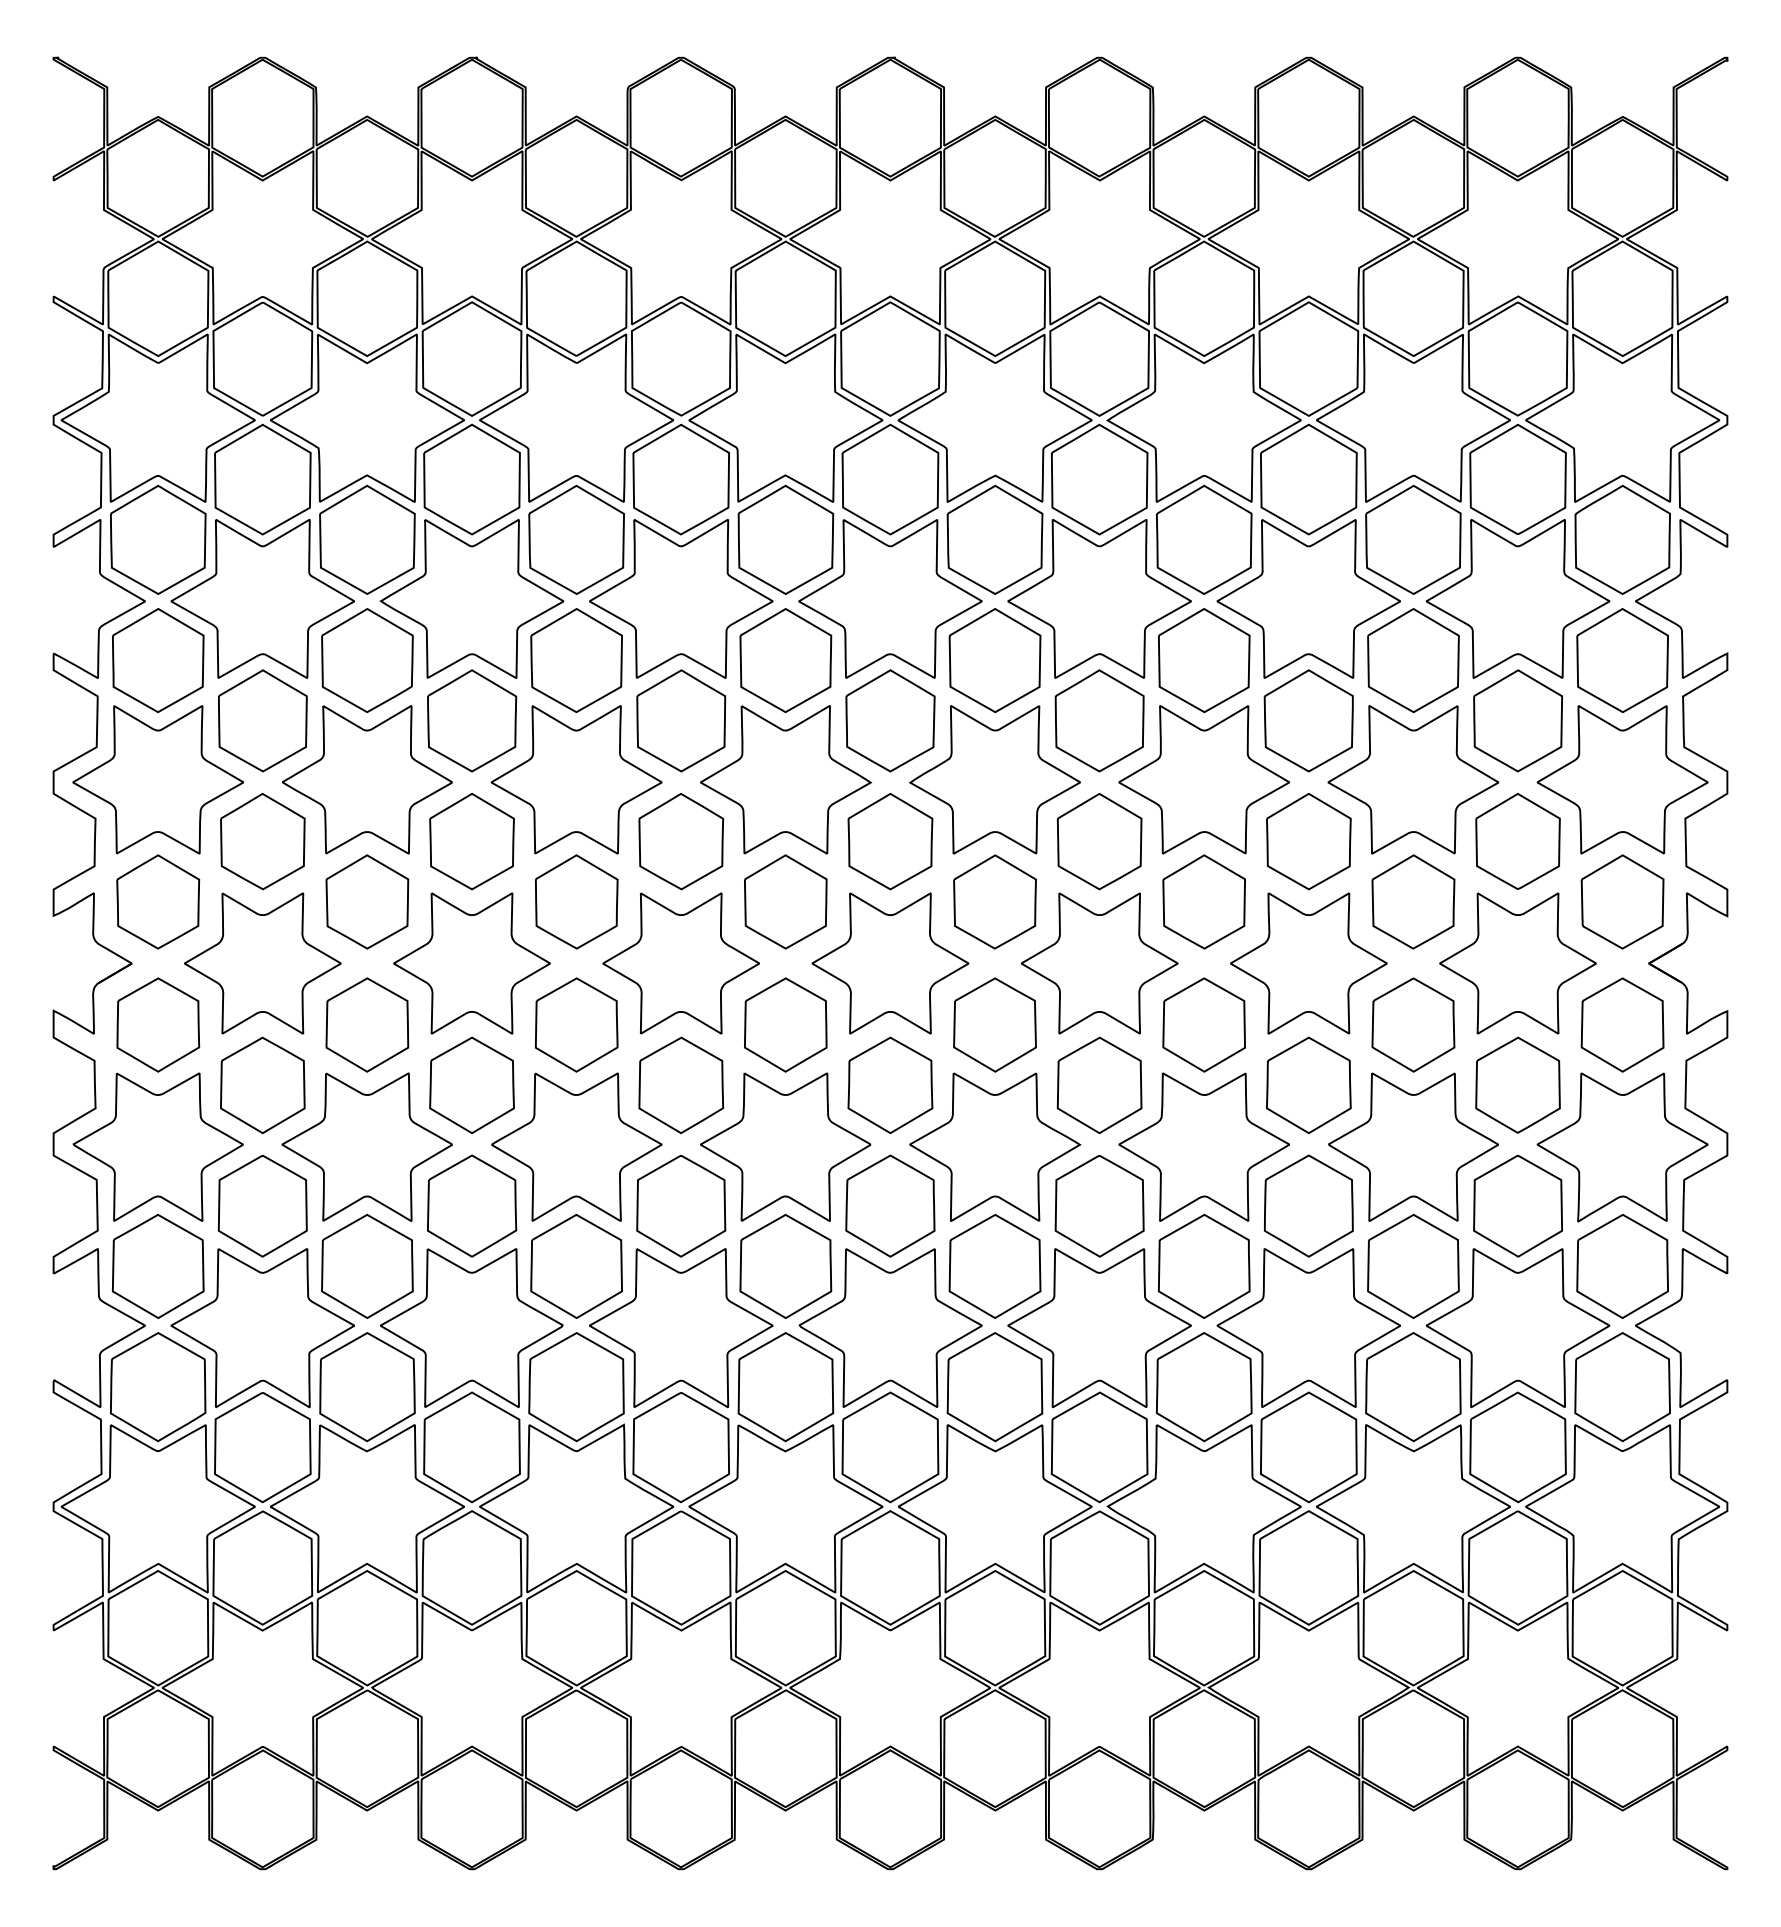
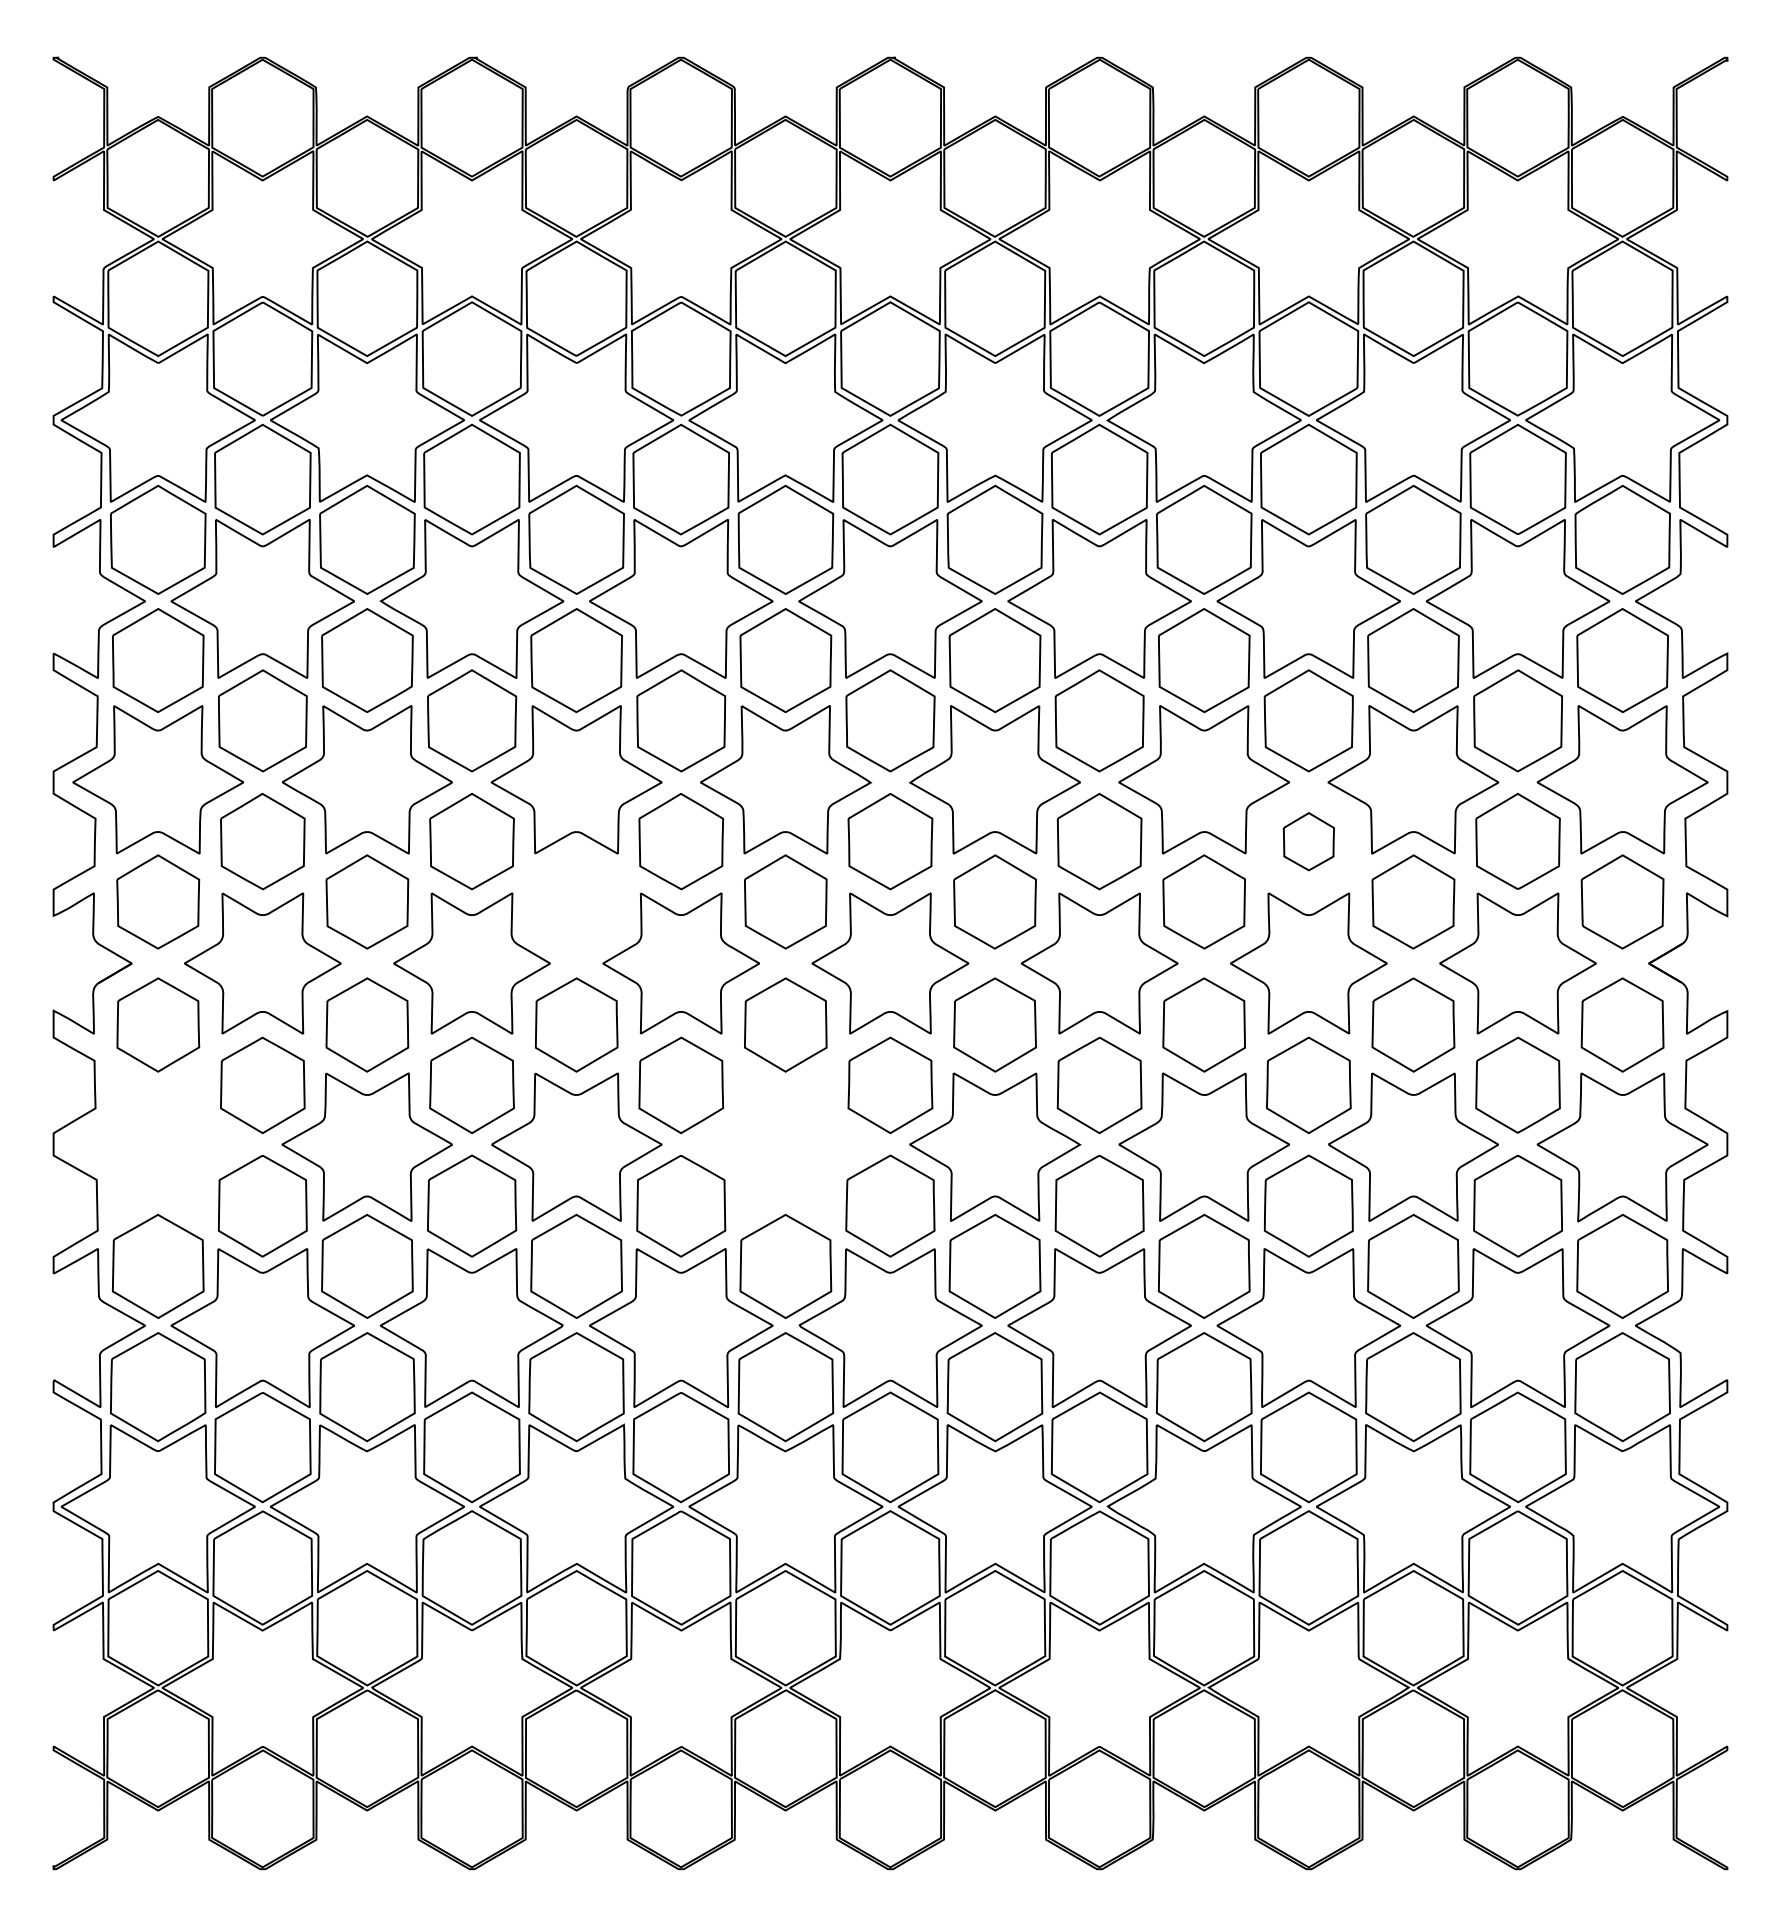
part at (1308, 841) size: 86x98 px -> 53x60 px
part at (576, 901): present -> none
part at (157, 1146): present -> none
part at (785, 1146): present -> none
